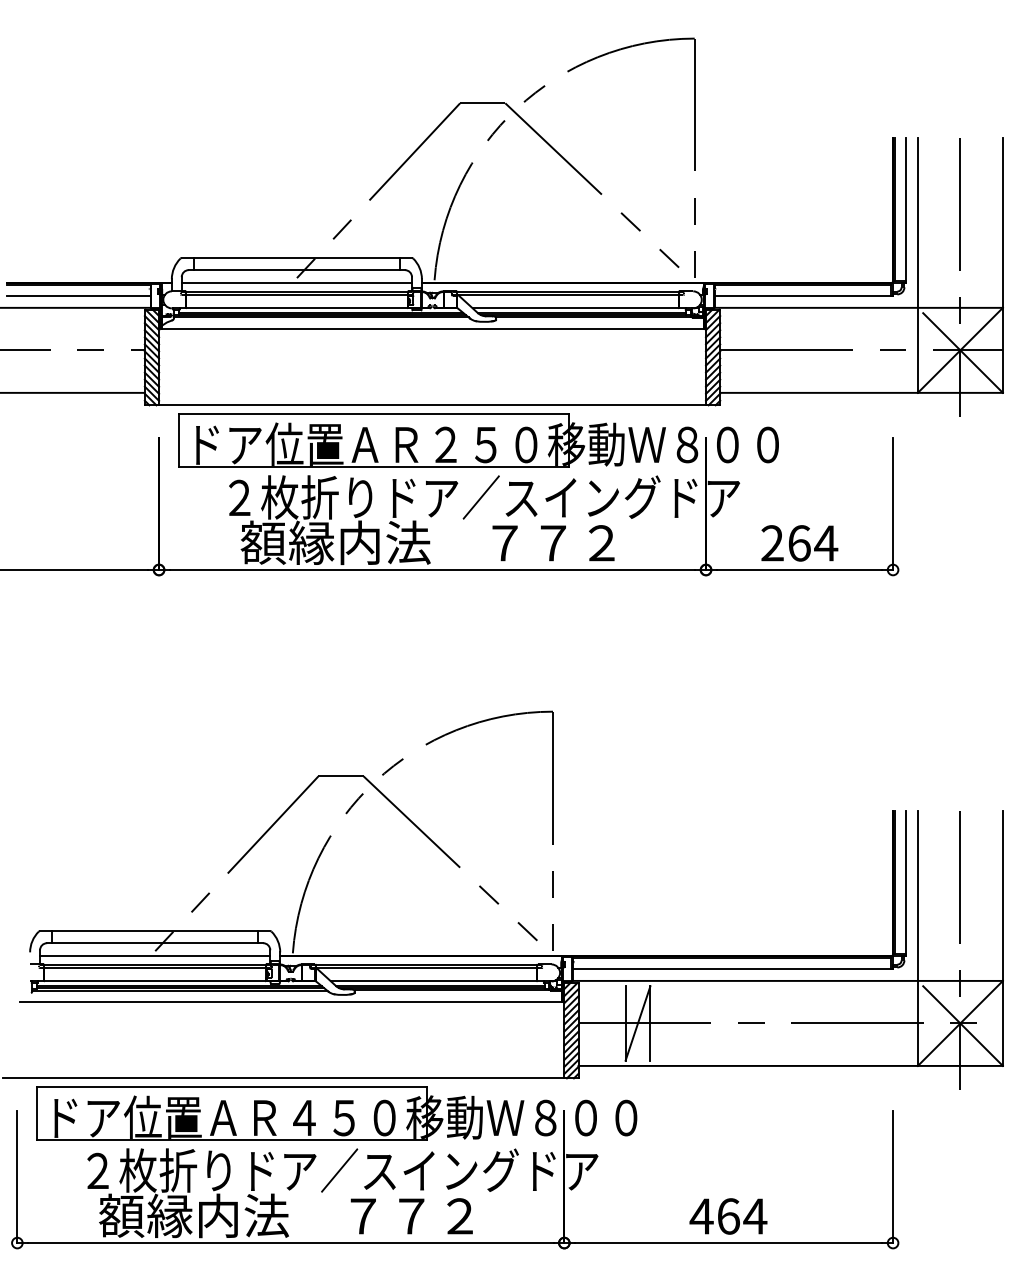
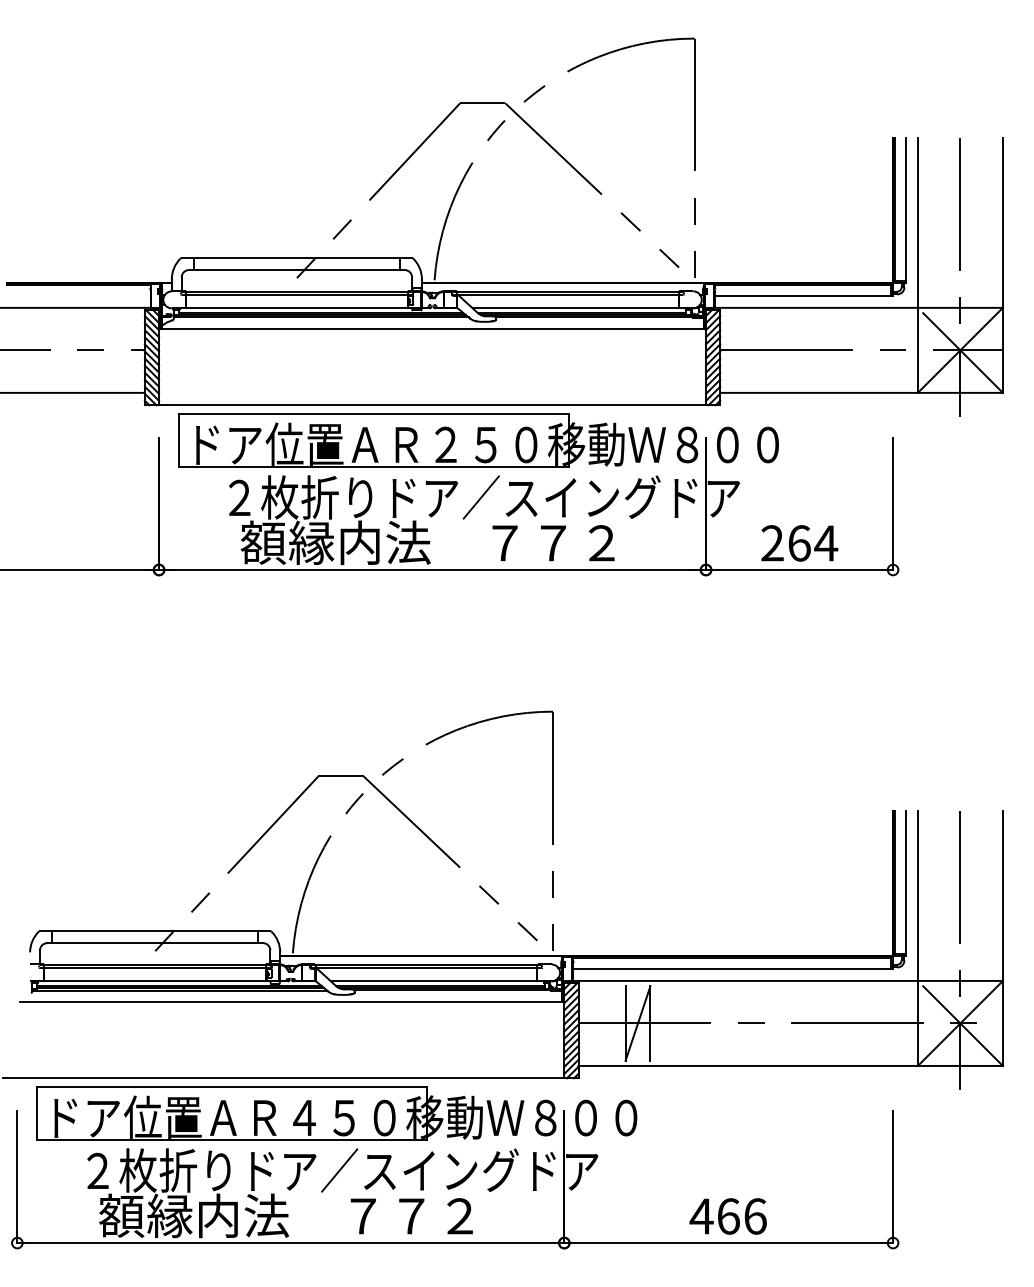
line at (296, 283): present -> none
line at (78, 295): present -> none
line at (155, 956): present -> none
text at (755, 1216): 464 -> 466
